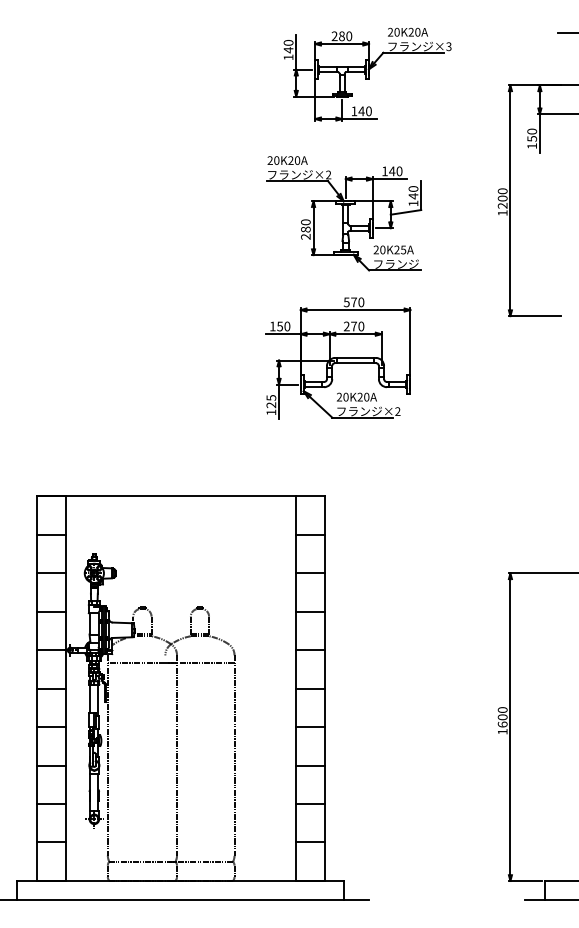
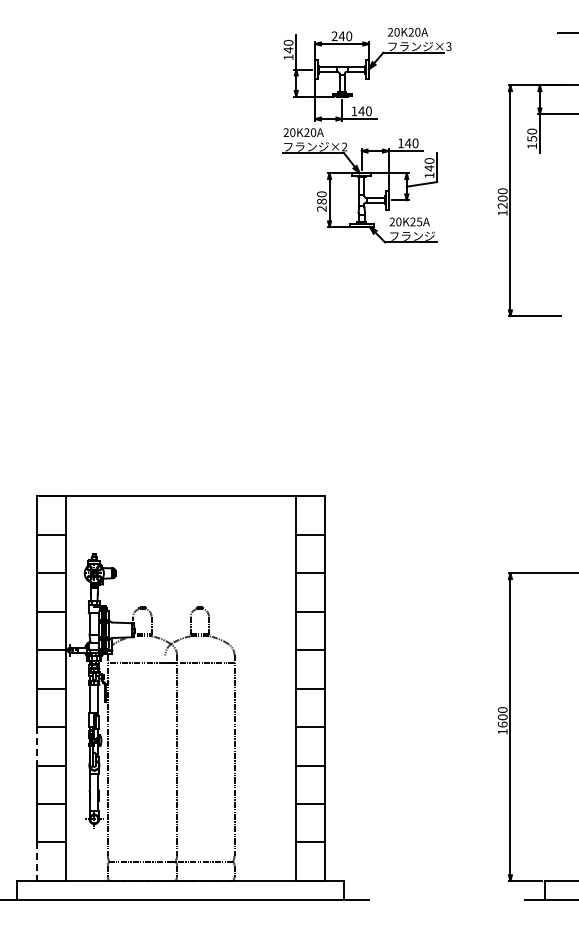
text at (341, 36): 280 -> 240
part at (344, 213) position: (344, 213) -> (360, 185)
part at (338, 358): present -> none
line at (36, 746): solid -> dashed
line at (36, 862): solid -> dashed
